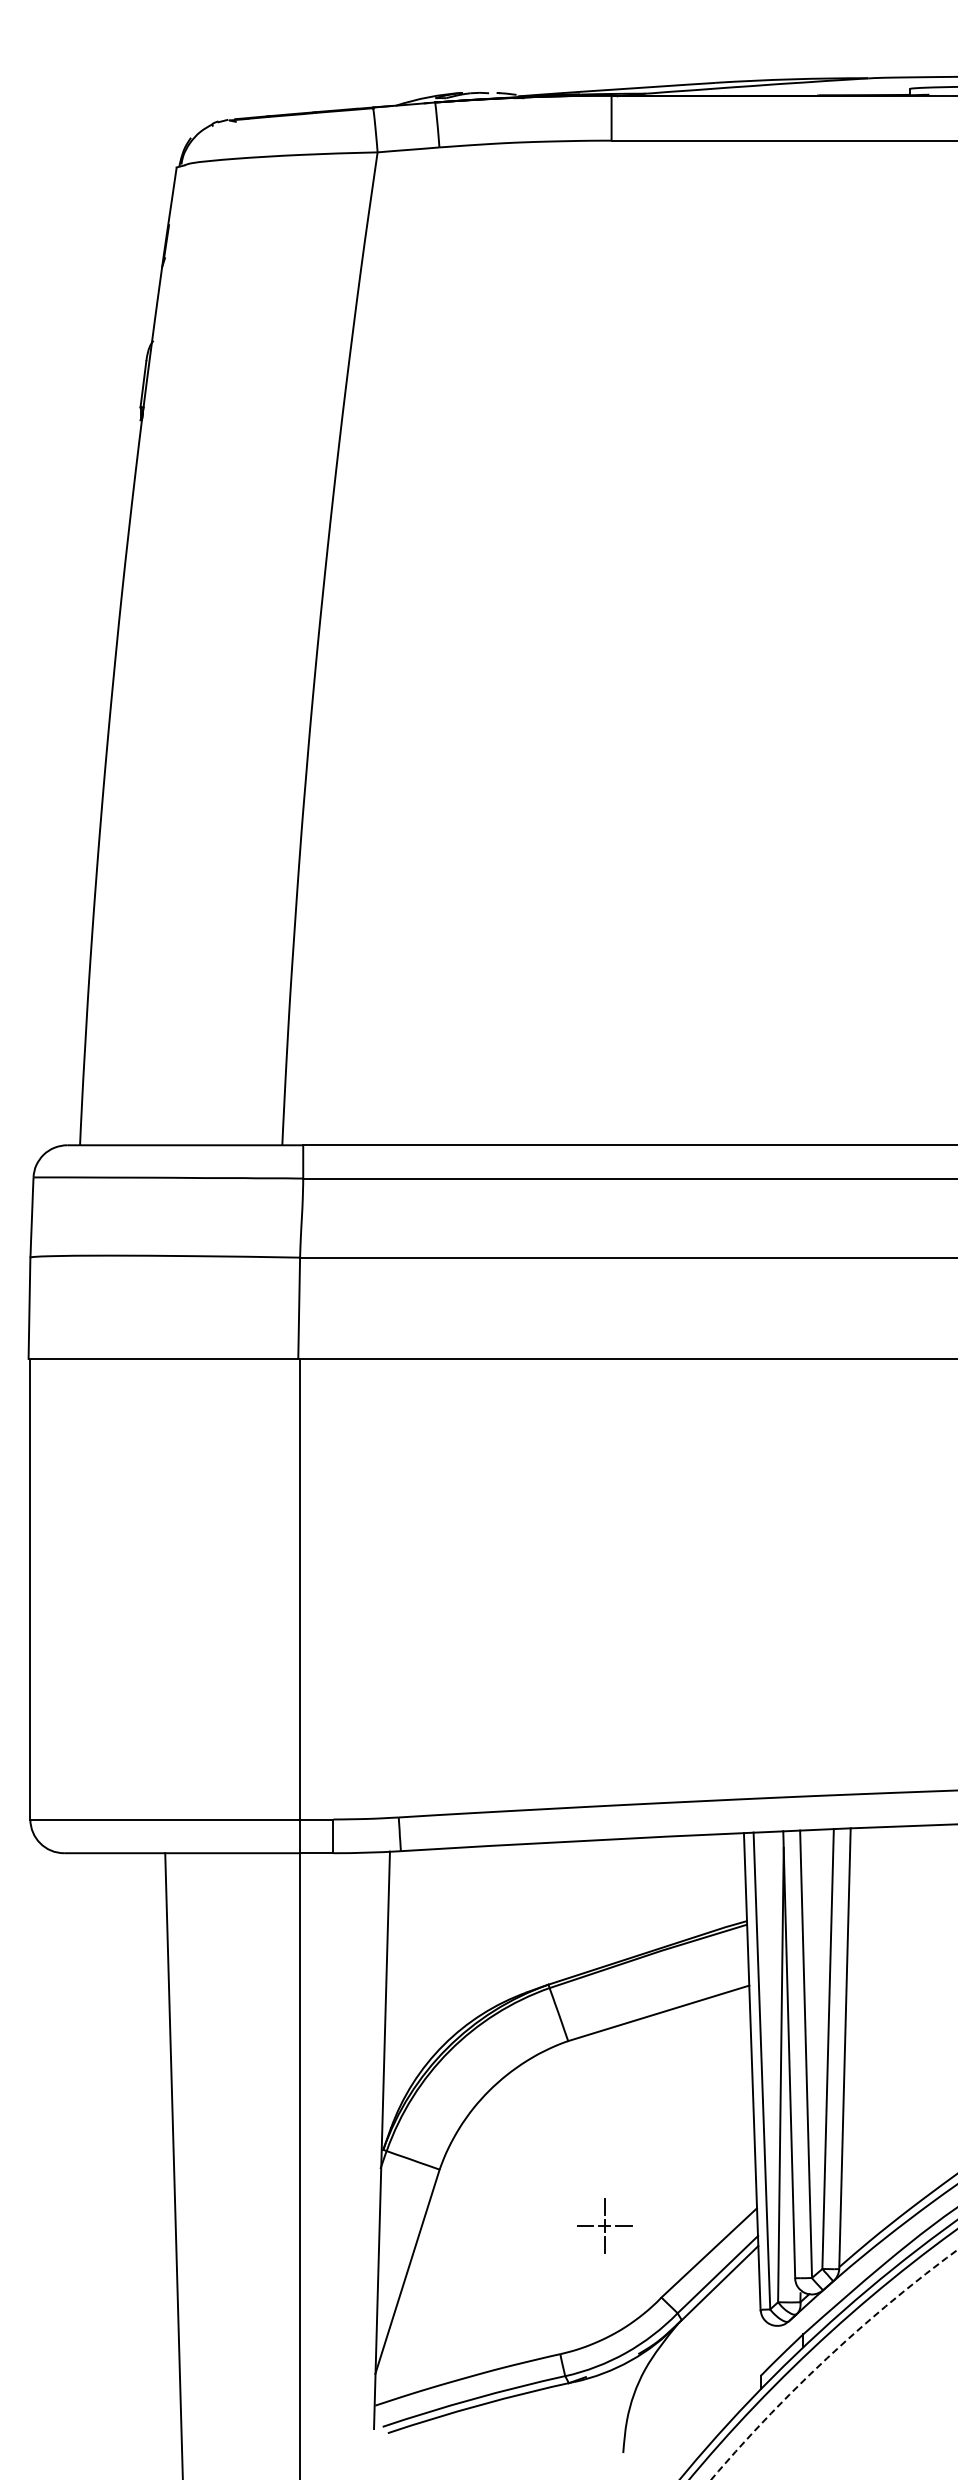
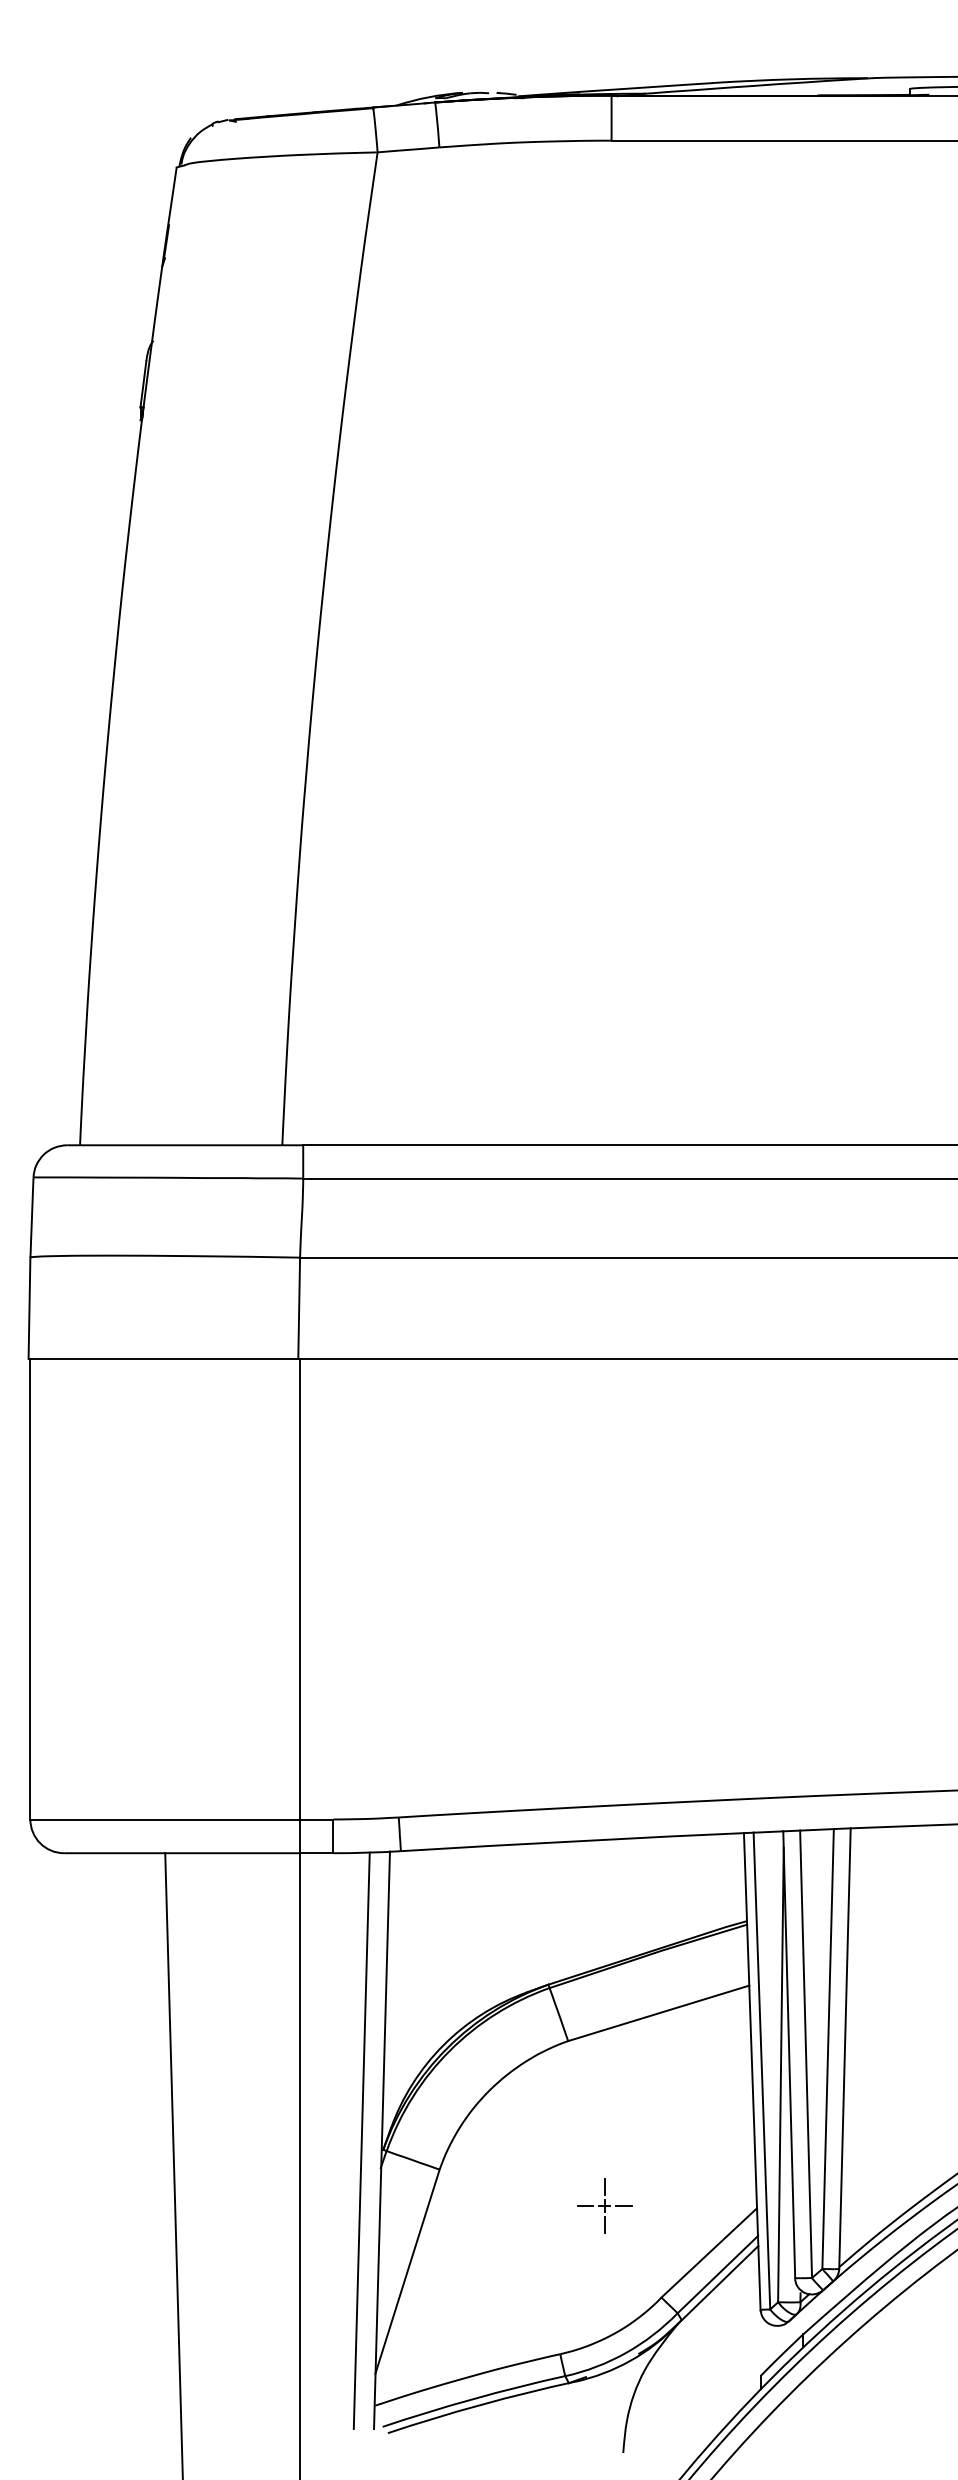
line at (361, 2140): none -> present
part at (604, 2225) position: (604, 2225) -> (604, 2205)
arc at (826, 2358): dashed -> solid
